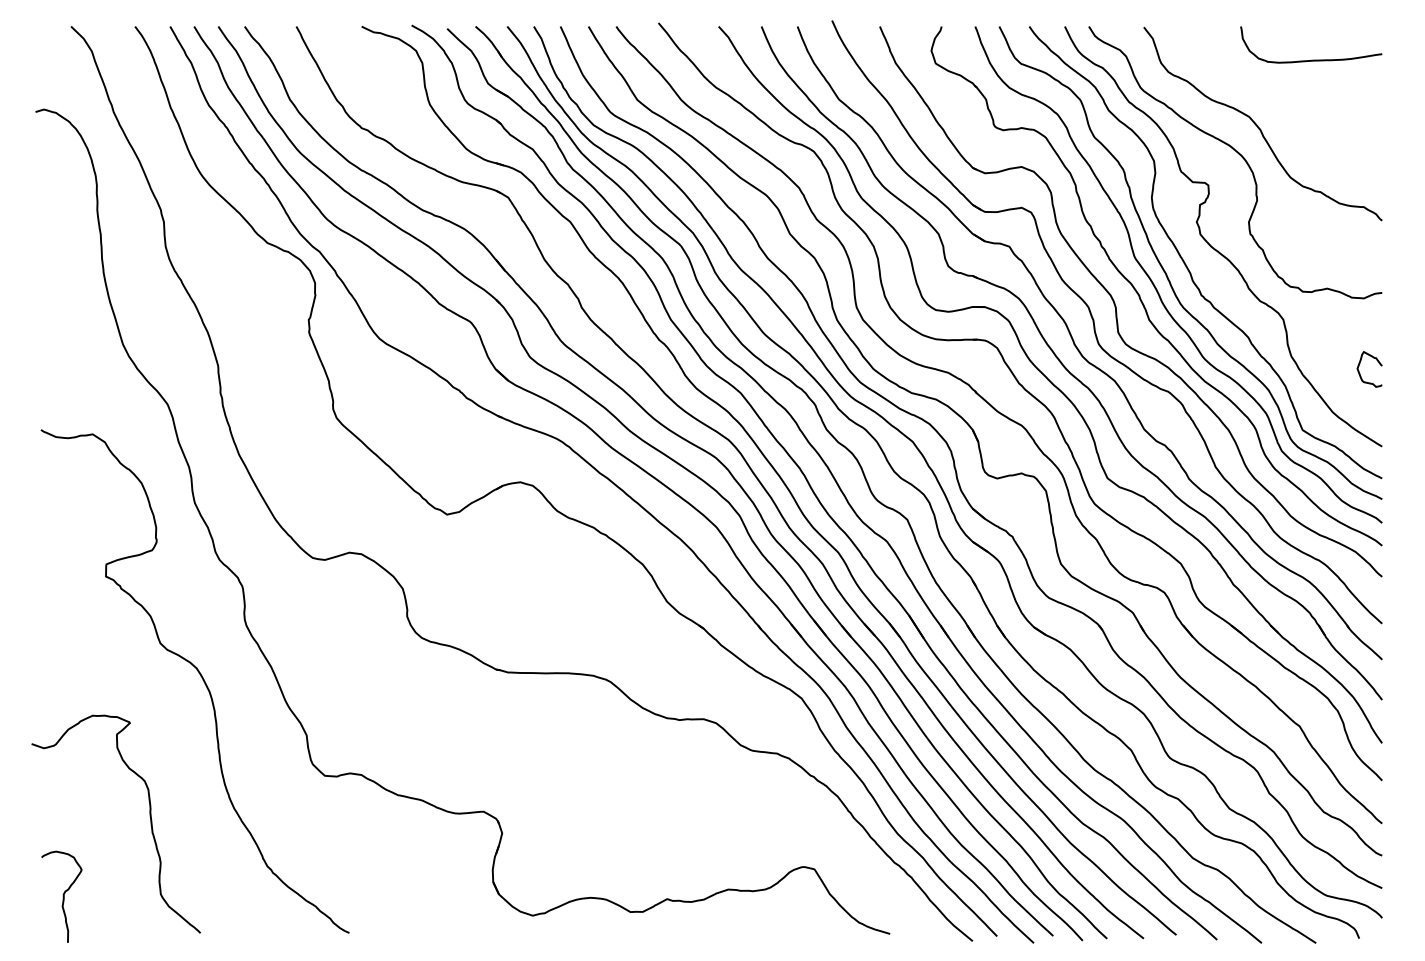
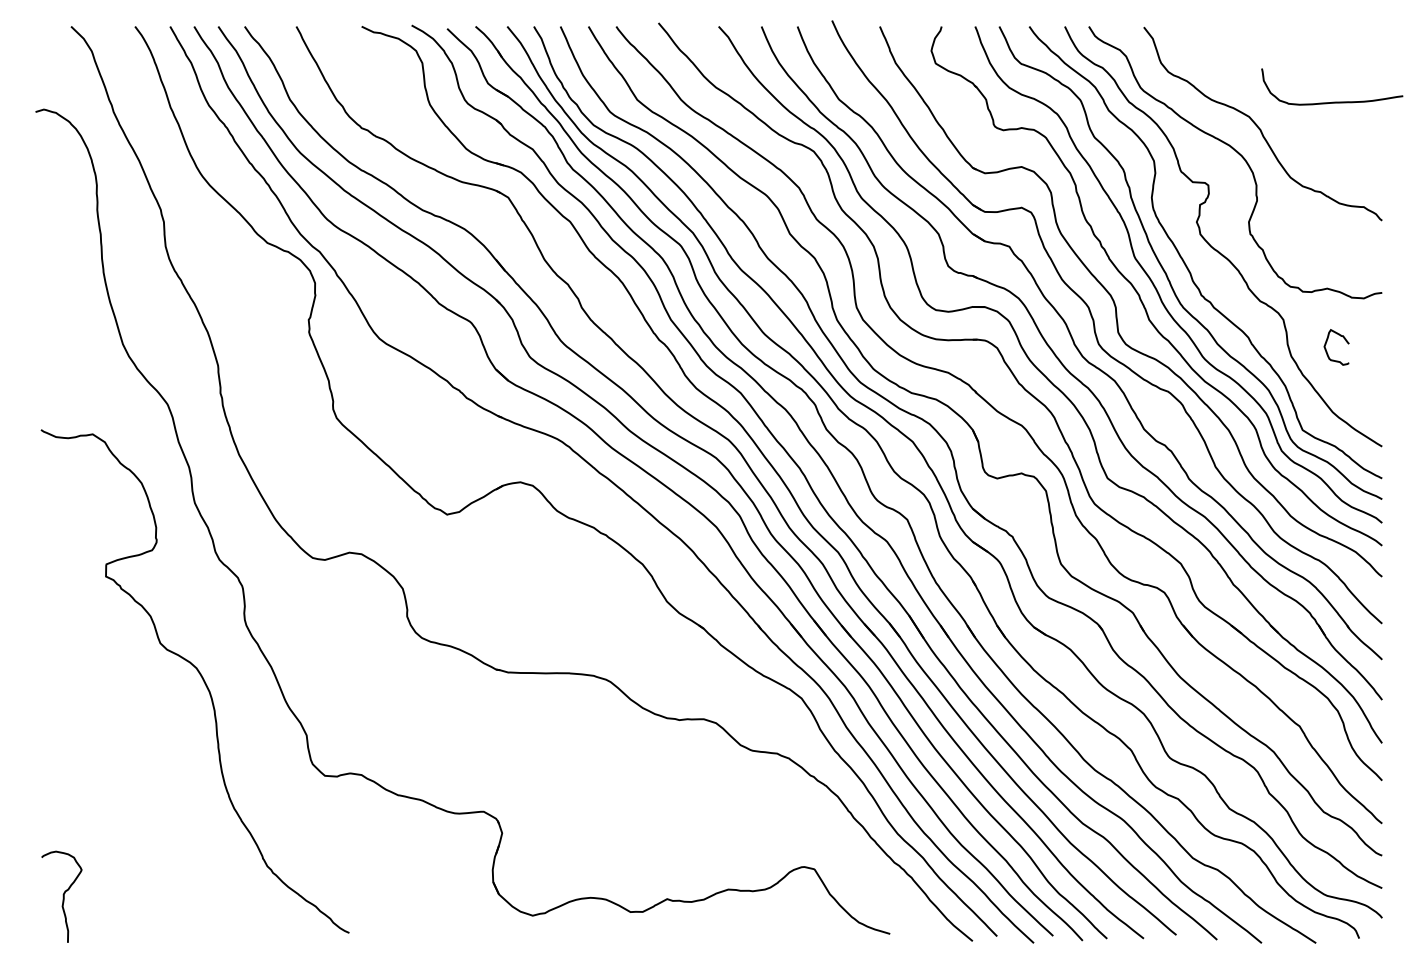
curve at (1311, 59) position: (1311, 59) -> (1332, 101)
curve at (1360, 373) position: (1360, 373) -> (1327, 351)
curve at (149, 816): present -> none
